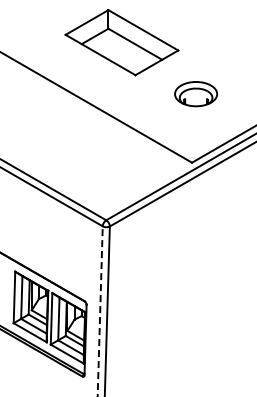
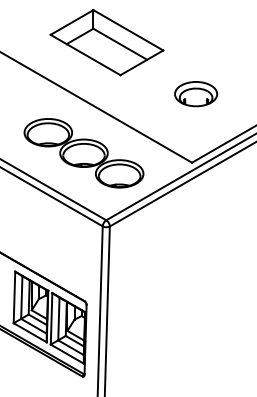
part at (121, 42) position: (121, 42) -> (106, 42)
part at (83, 153): none -> present
line at (100, 311): dashed -> solid
